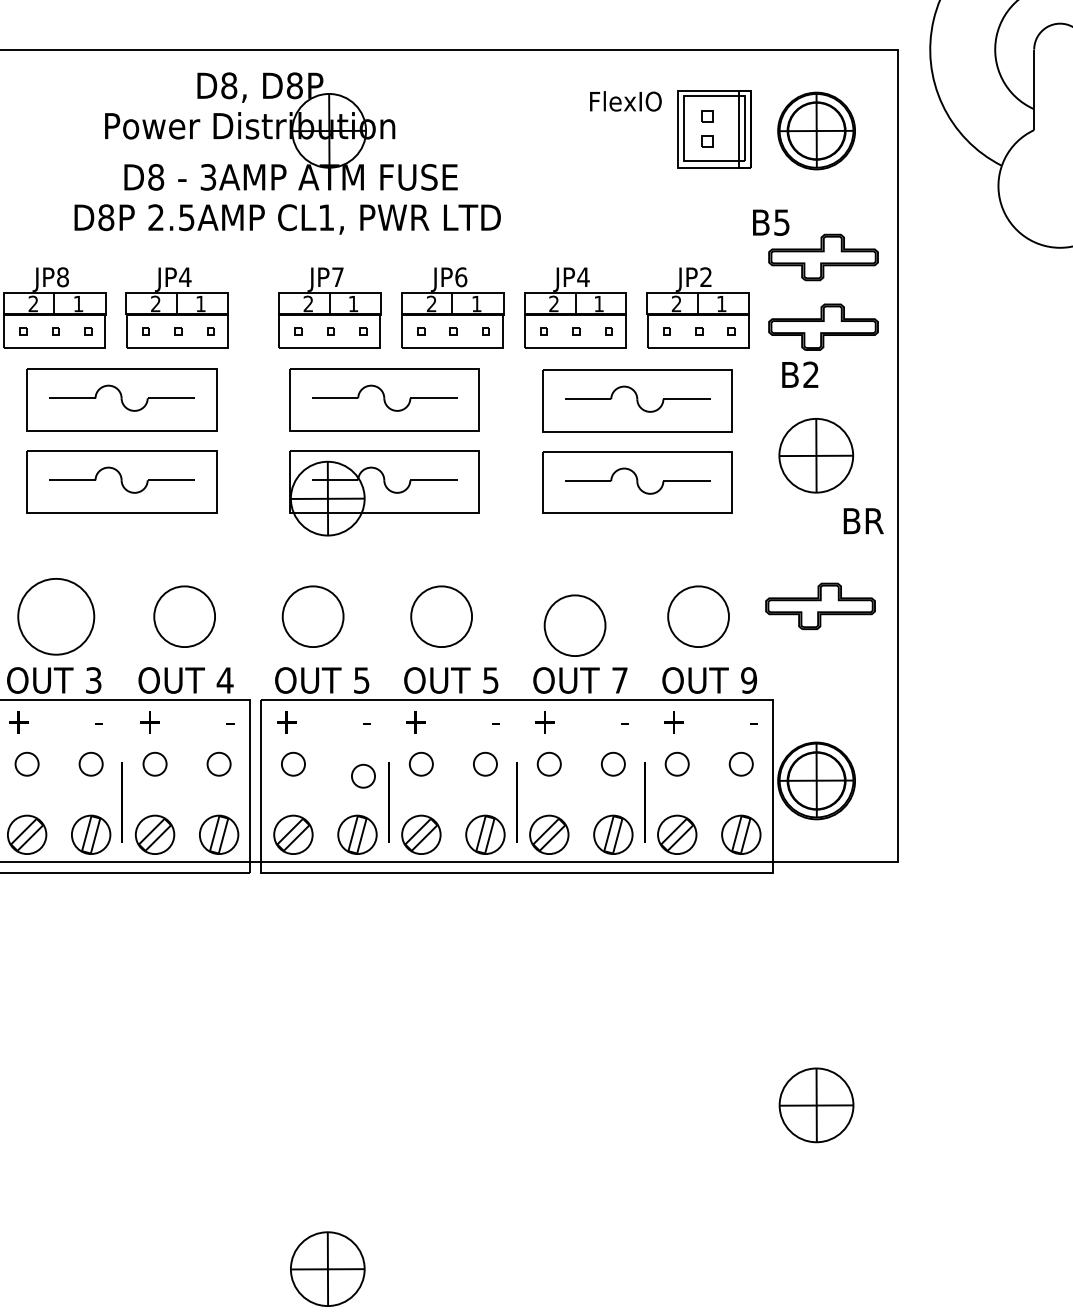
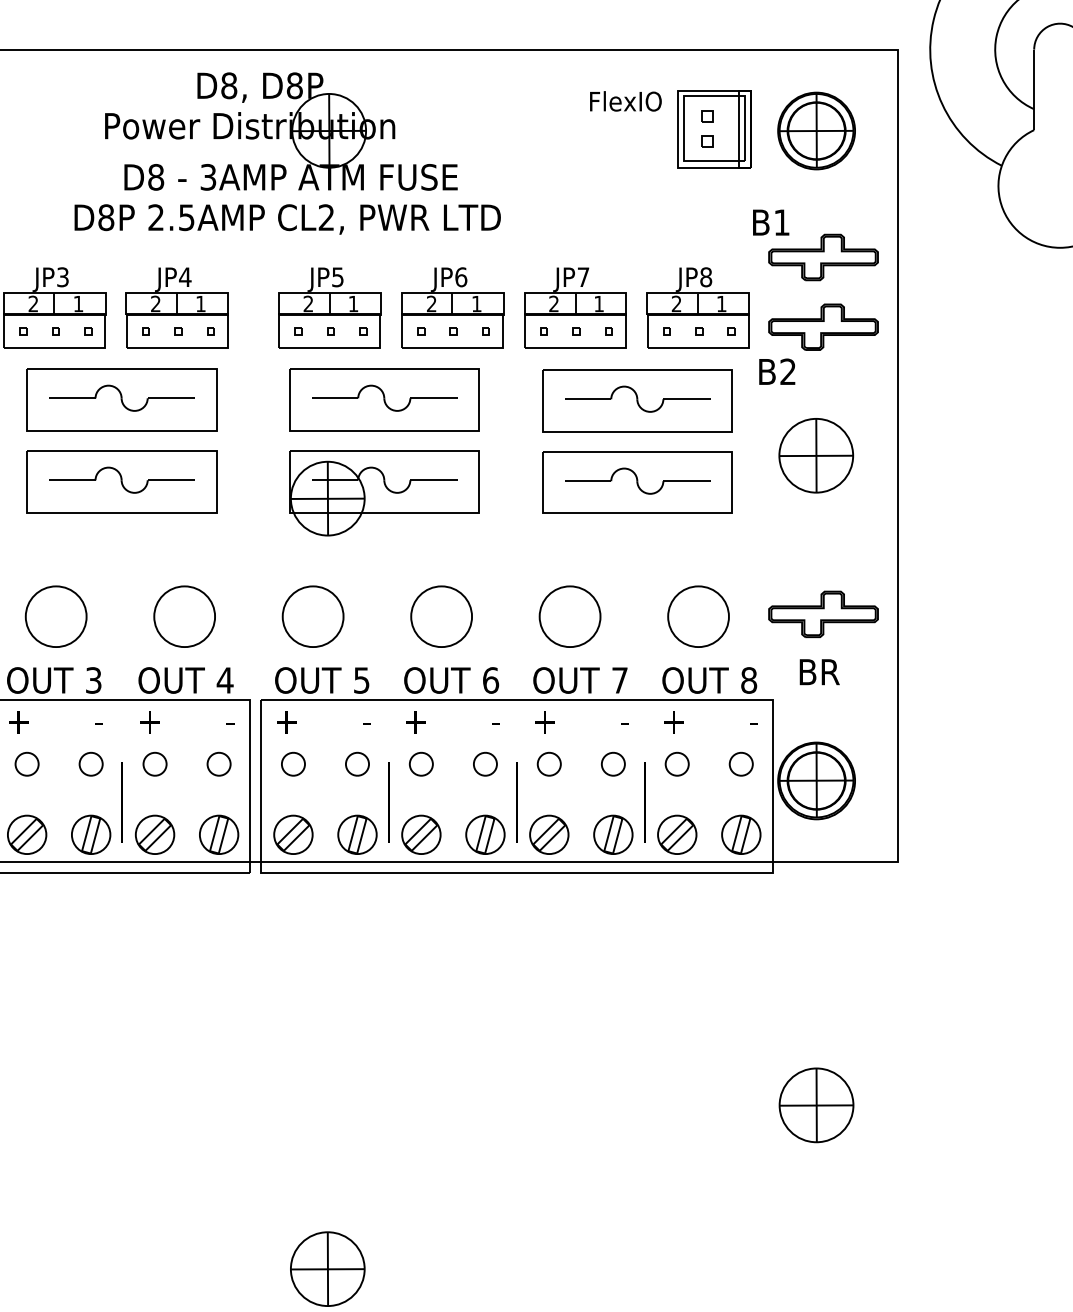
text at (325, 217): CL1, -> CL2,
text at (781, 222): B5 -> B1
text at (583, 276): JP4 -> JP7
text at (62, 277): JP8 -> JP3
text at (337, 277): JP7 -> JP5
text at (706, 277): JP2 -> JP8
text at (800, 374) position: (800, 374) -> (777, 371)
text at (863, 521) position: (863, 521) -> (819, 672)
part at (820, 606) position: (820, 606) -> (823, 614)
part at (56, 616) size: 79x78 px -> 64x63 px
part at (574, 625) position: (574, 625) -> (569, 616)
text at (491, 680): 5 -> 6
text at (749, 680): 9 -> 8
part at (363, 775) position: (363, 775) -> (357, 763)
